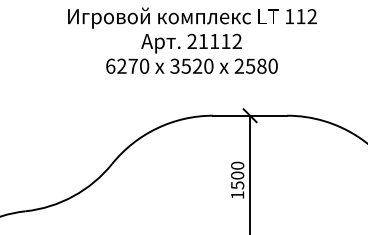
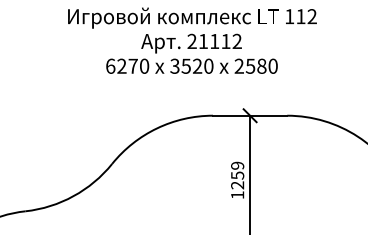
text at (237, 175): 1500 -> 1259
